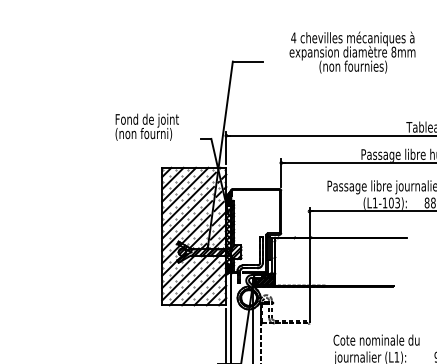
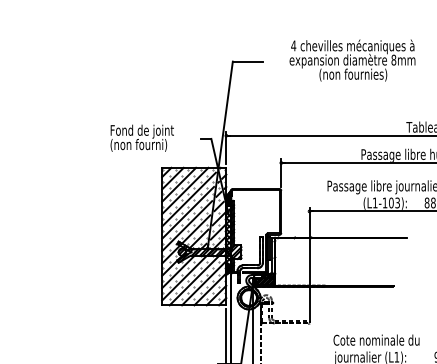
text at (352, 52) position: (352, 52) -> (352, 60)
text at (146, 126) position: (146, 126) -> (141, 137)
